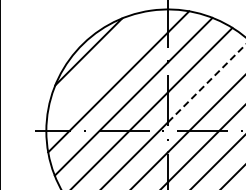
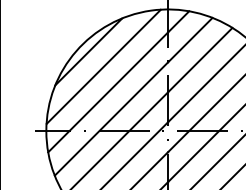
line at (103, 66): none -> present
line at (206, 83): dashed -> solid
